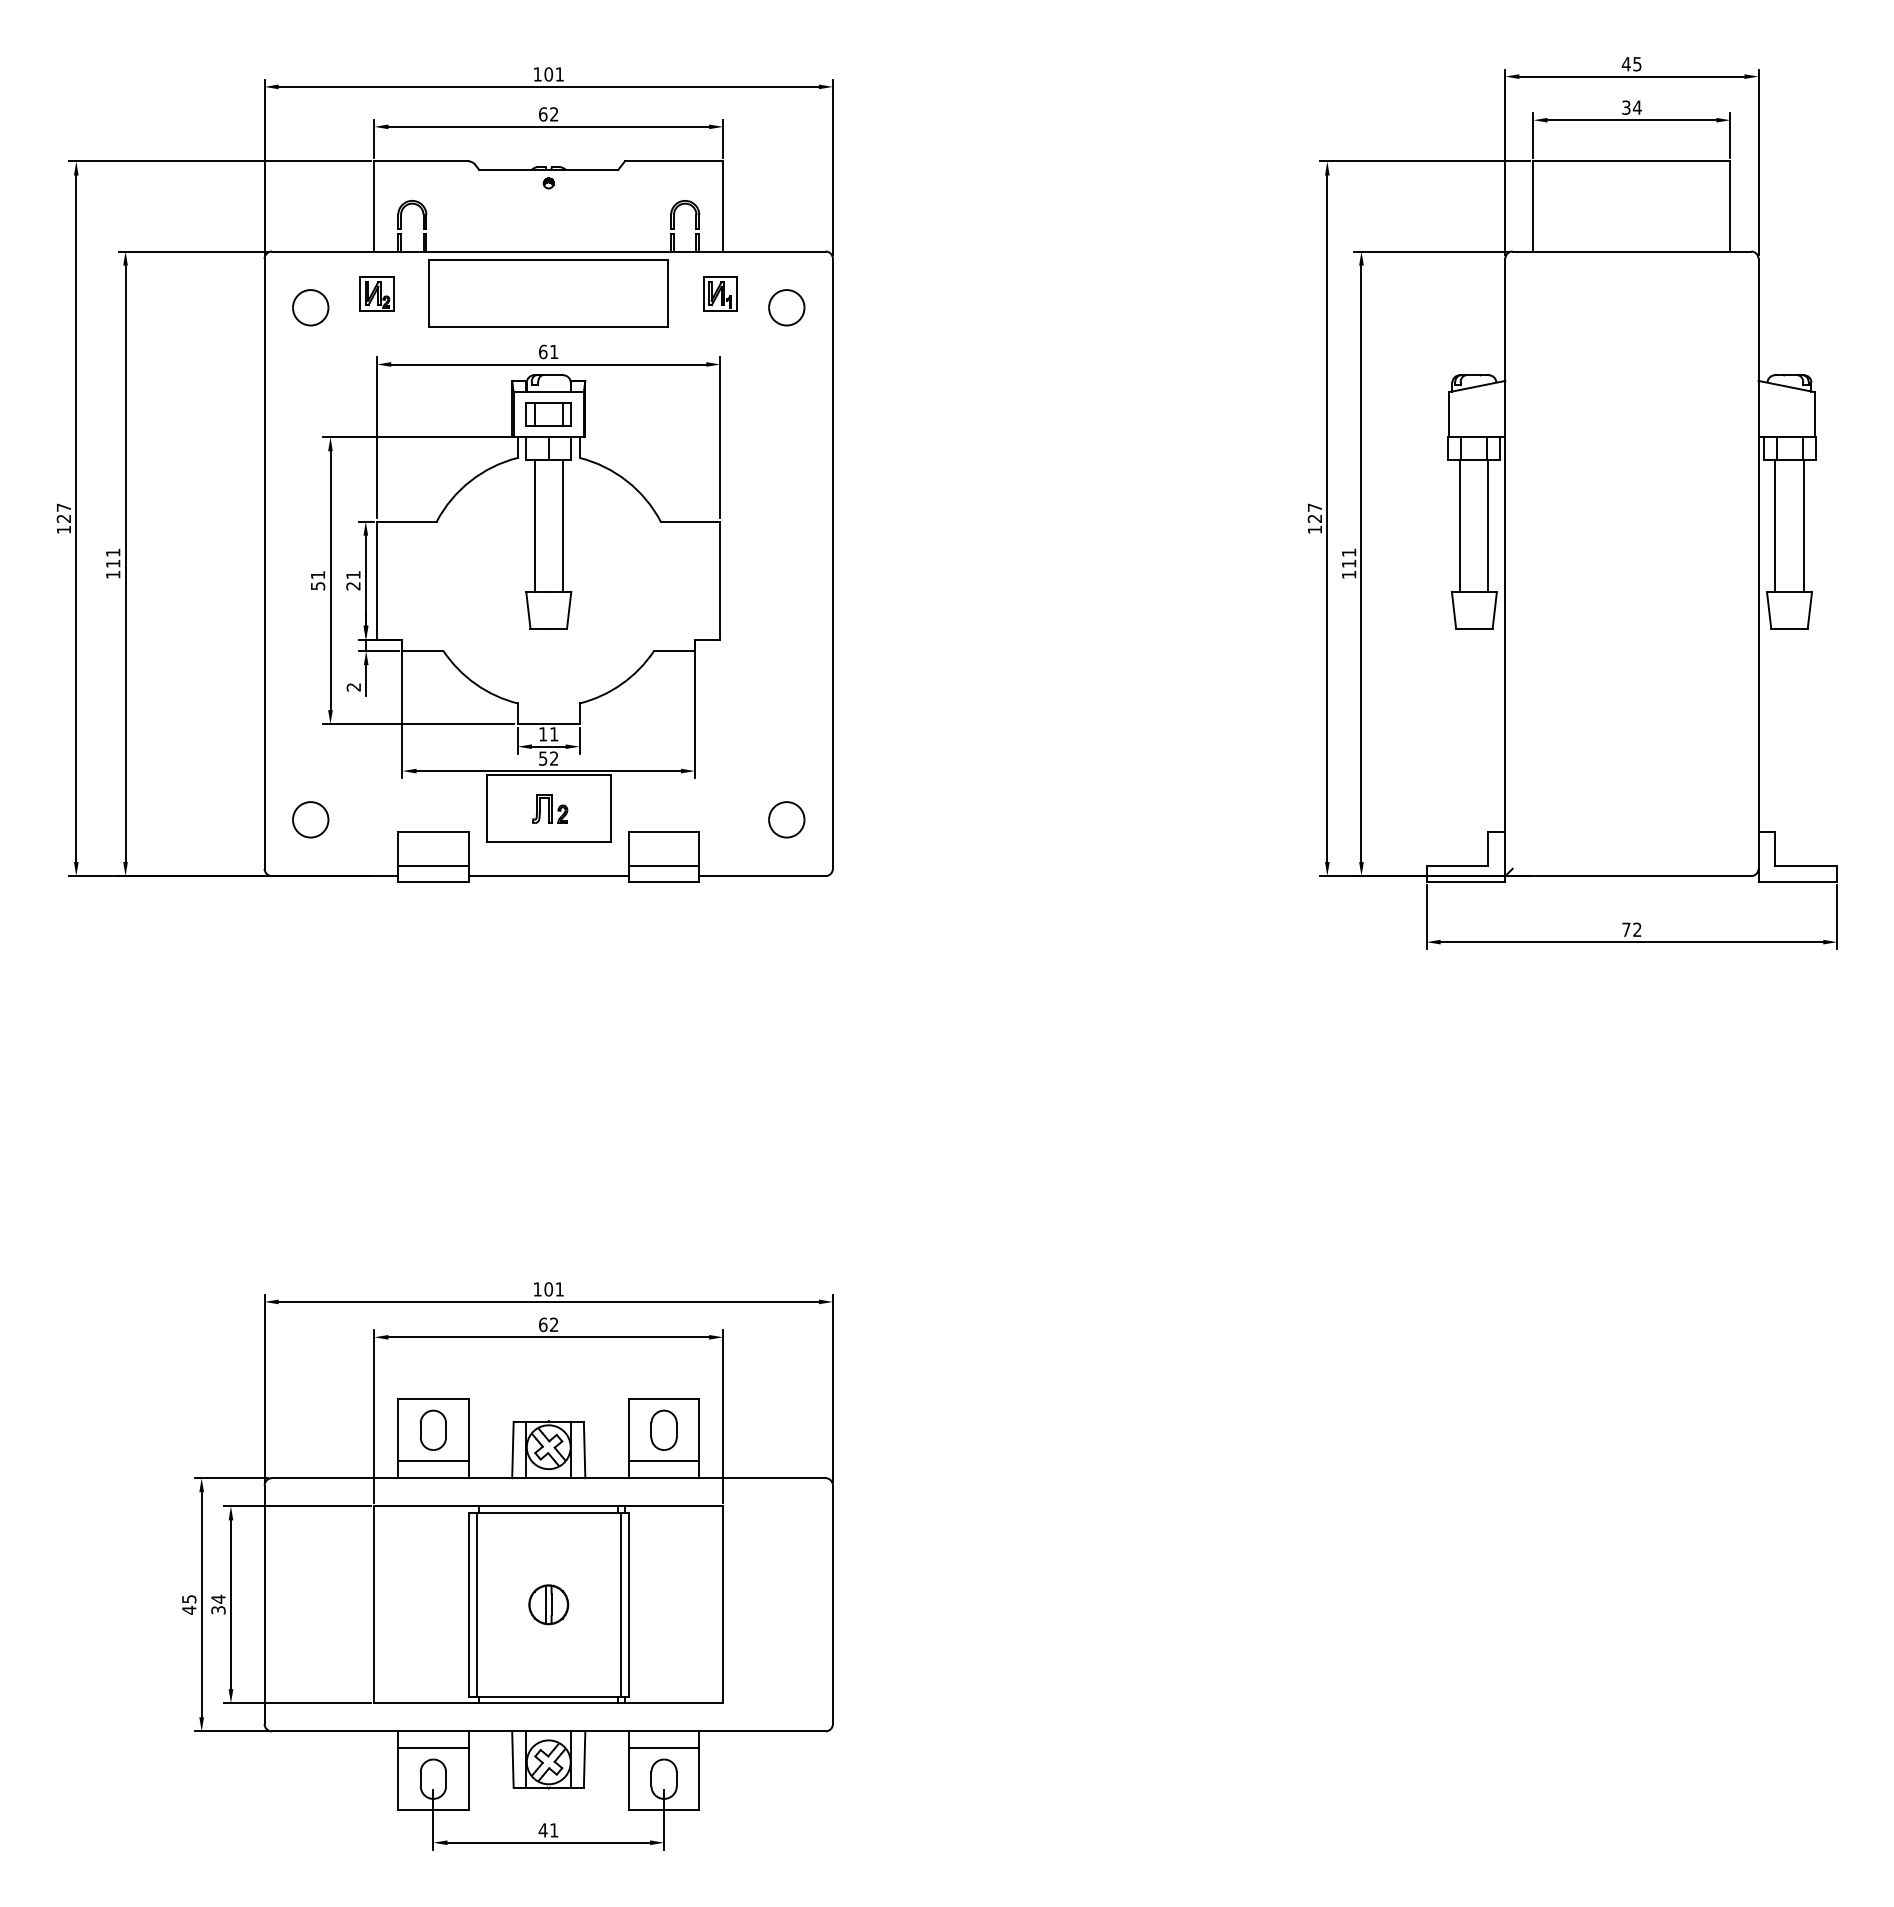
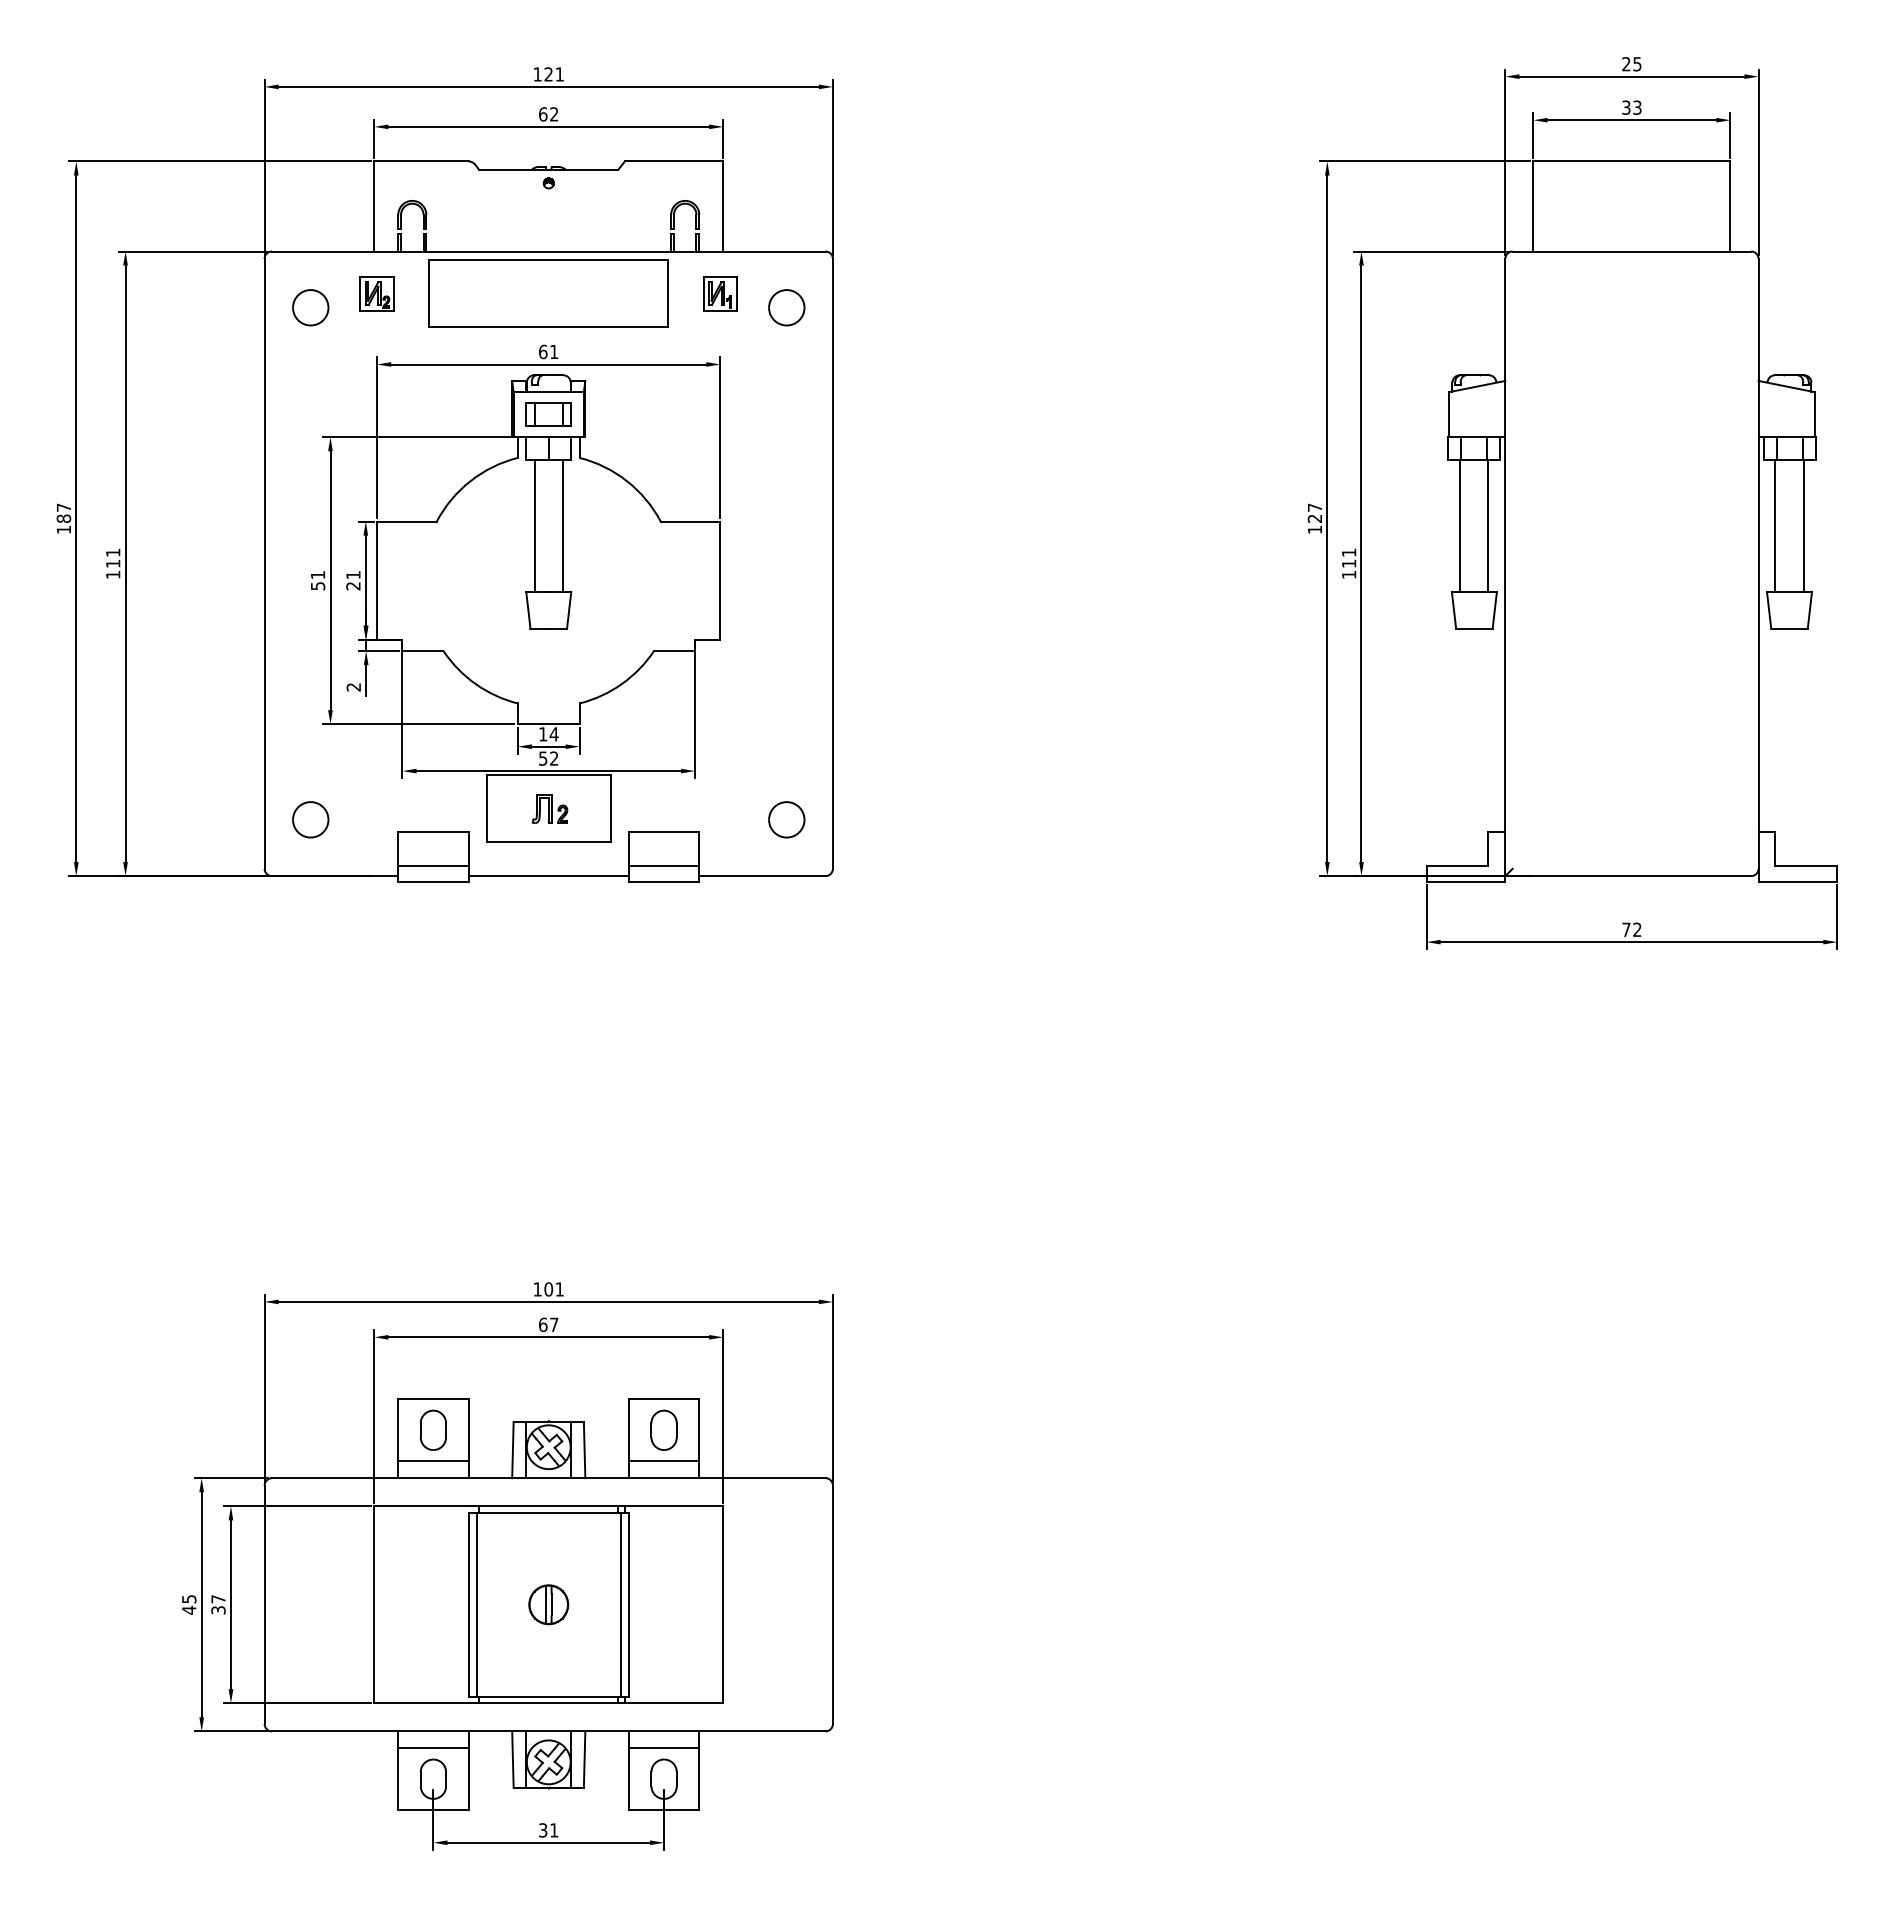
text at (1625, 64): 45 -> 25
text at (548, 74): 101 -> 121
text at (1636, 107): 34 -> 33
text at (63, 518): 127 -> 187
text at (553, 734): 11 -> 14
text at (554, 1324): 62 -> 67
text at (218, 1598): 34 -> 37
text at (542, 1830): 41 -> 31
